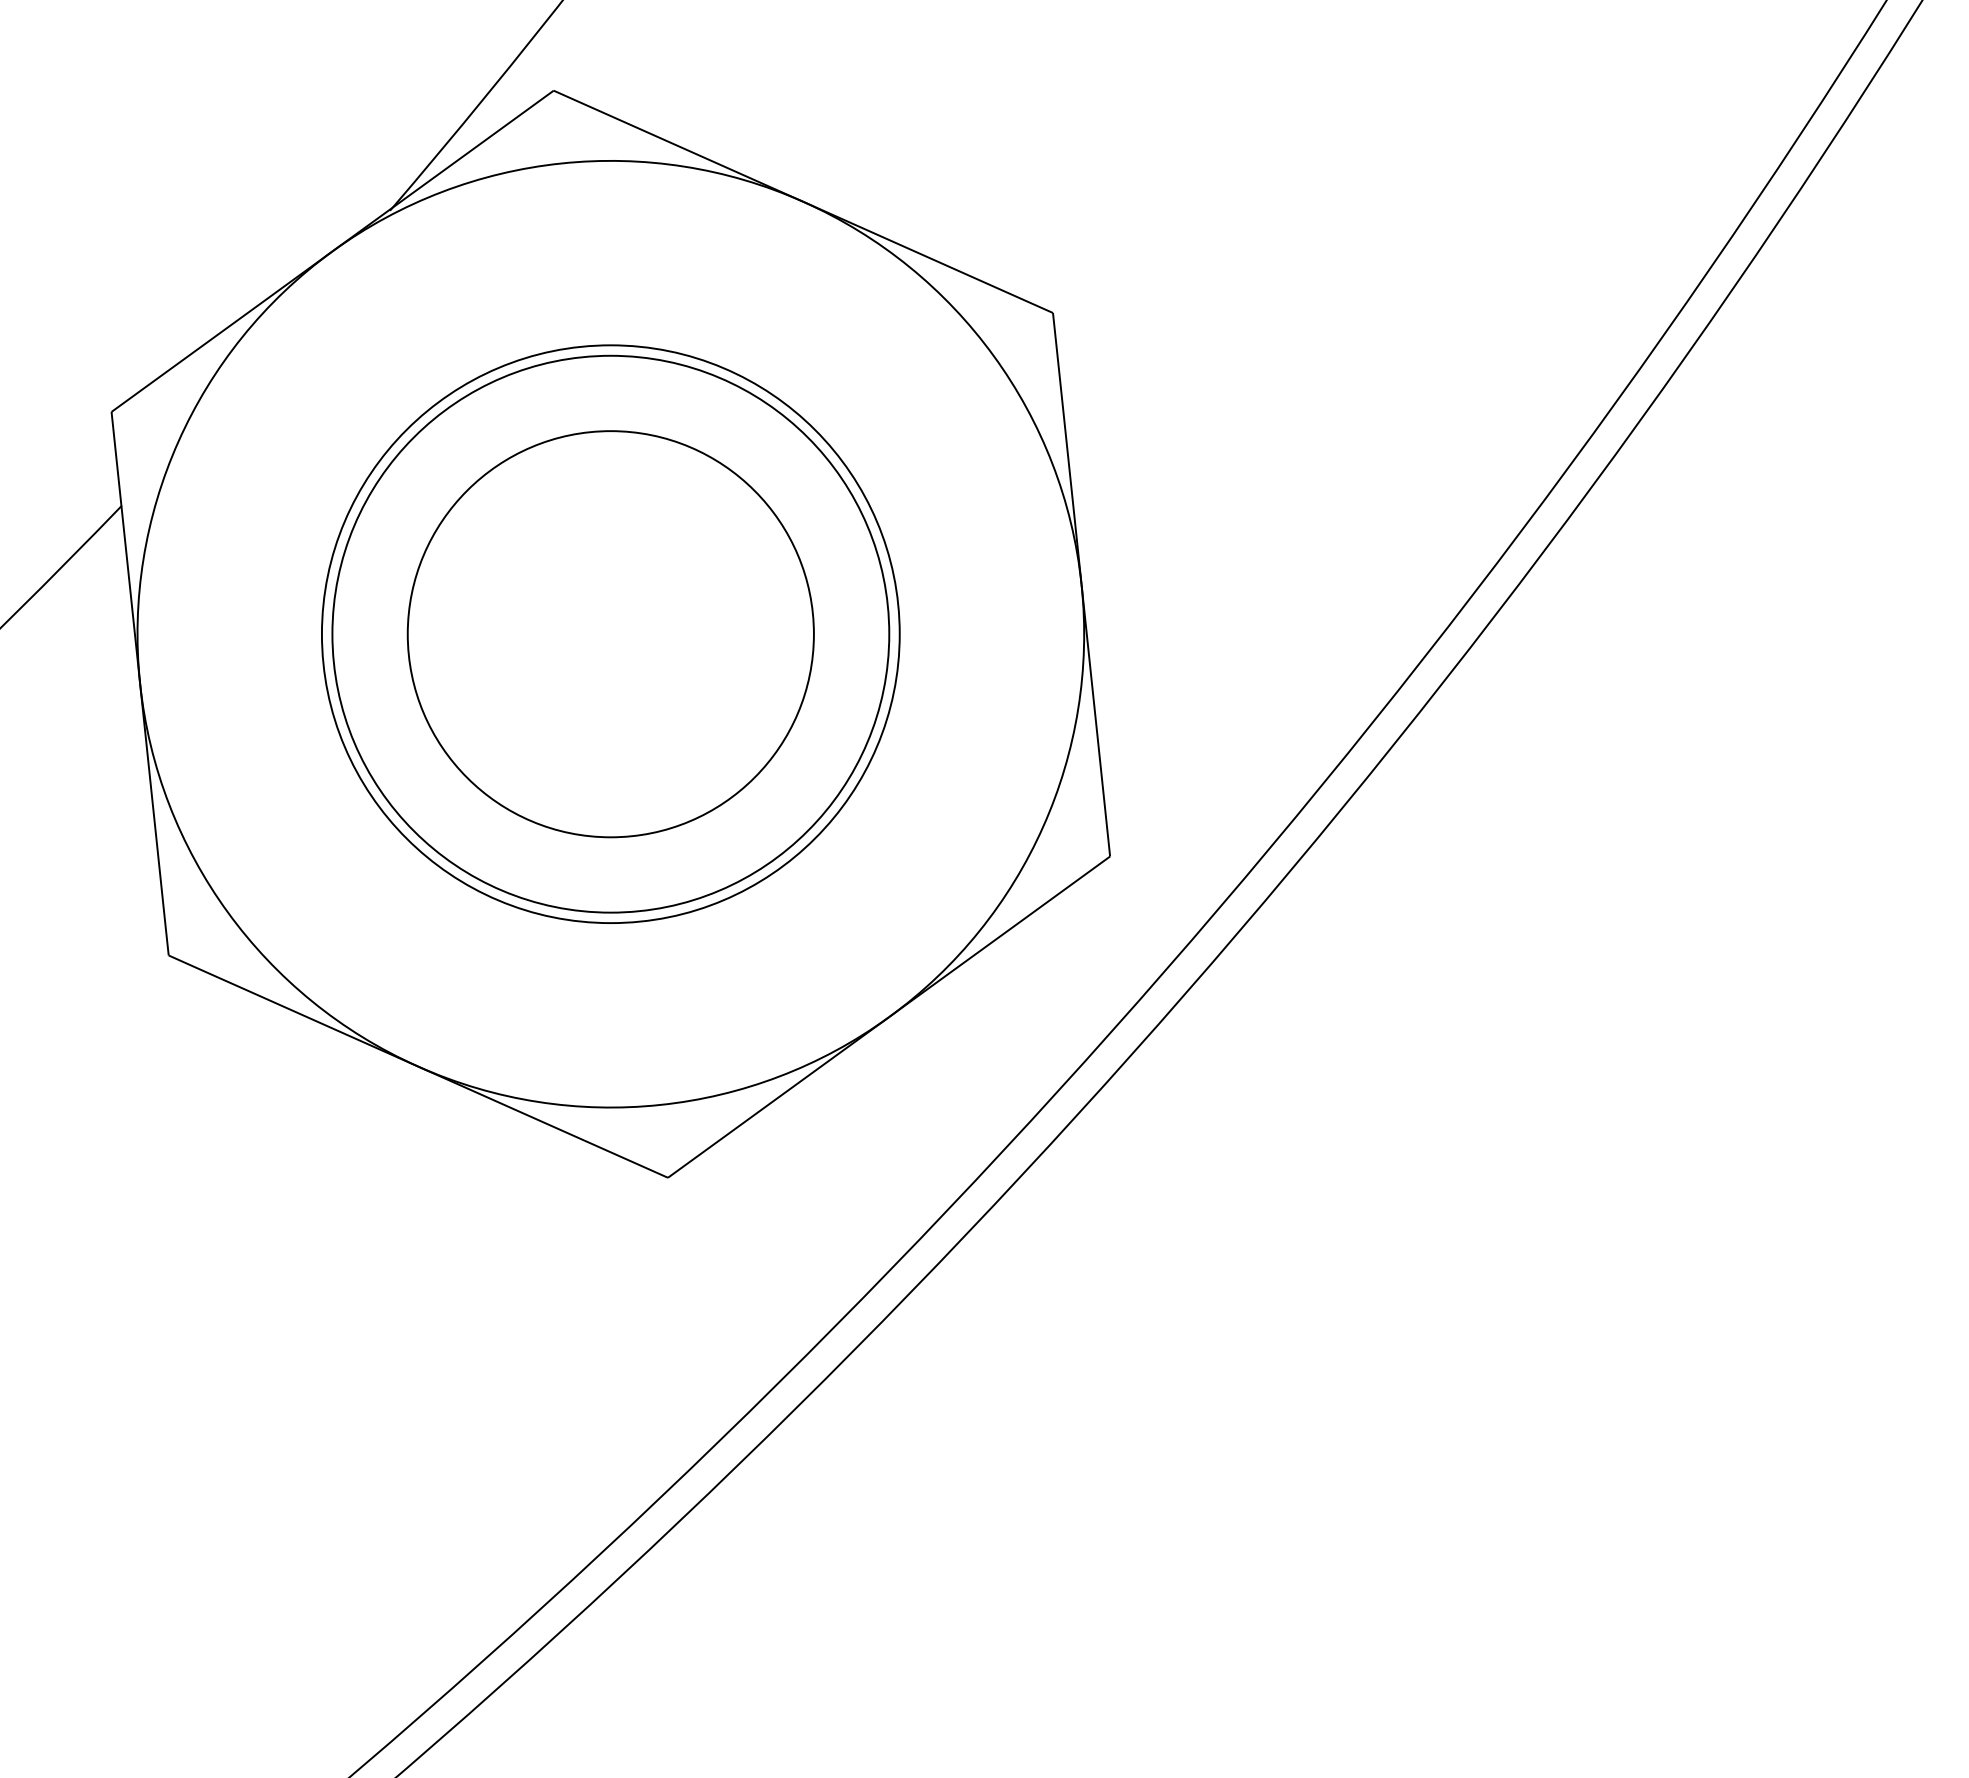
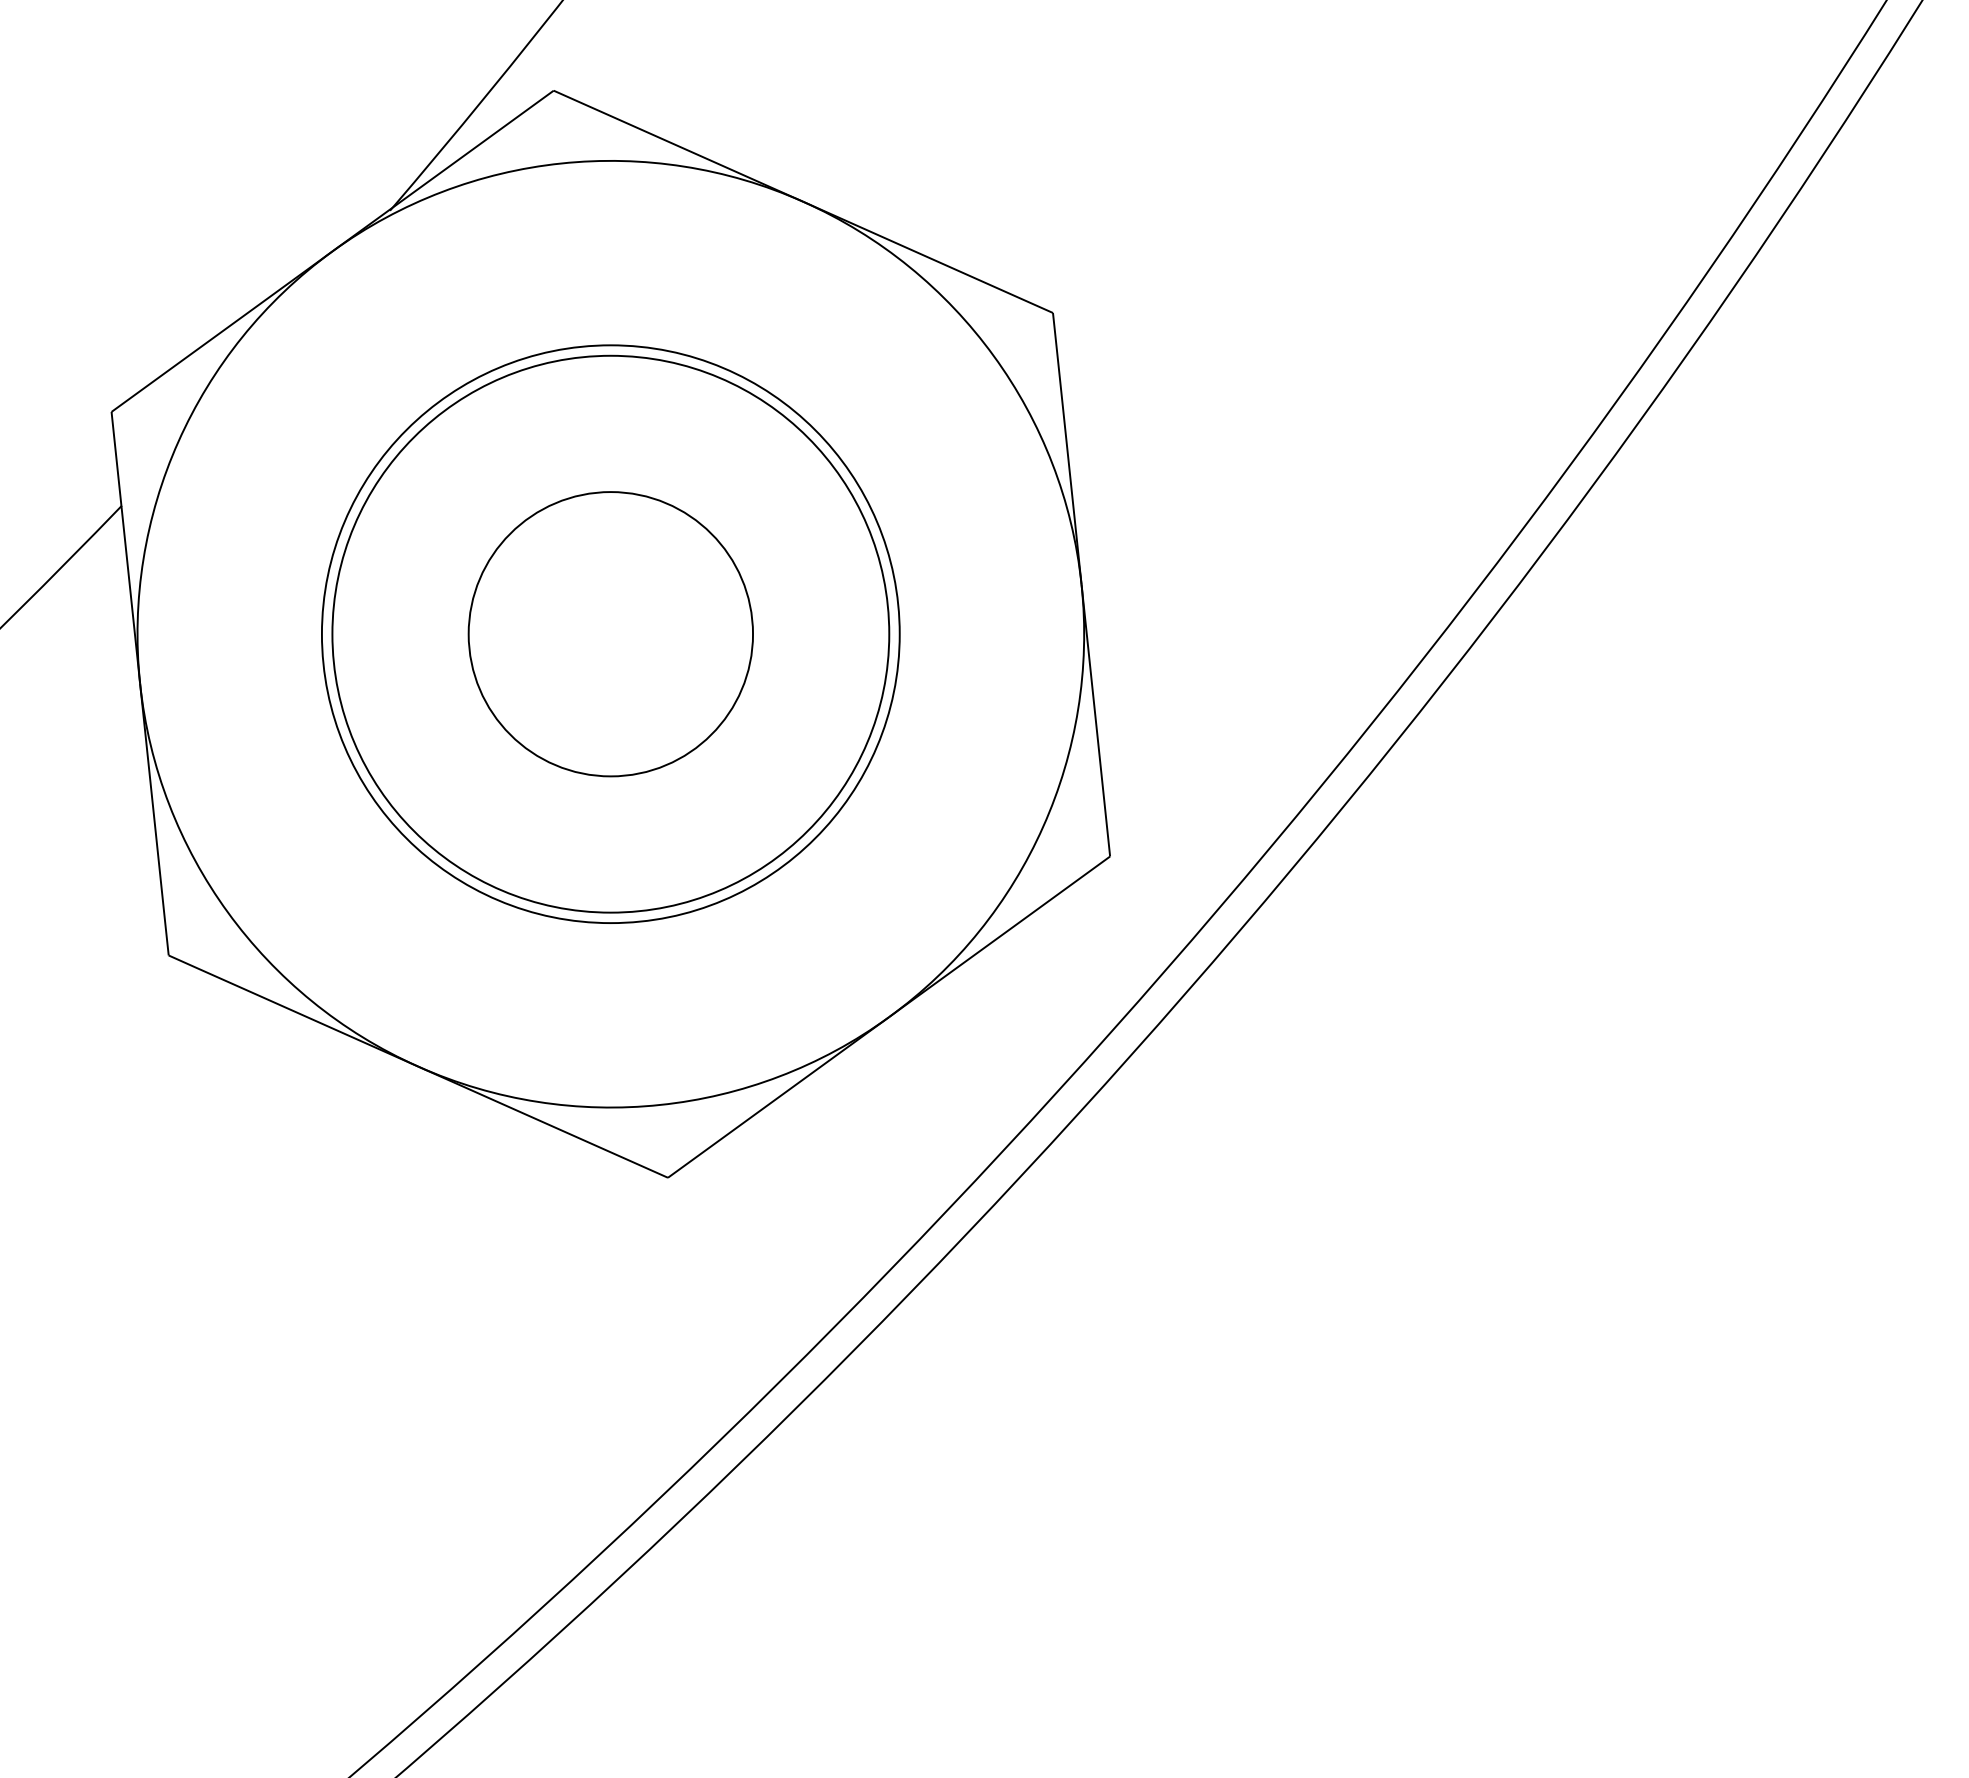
circle at (610, 634) diameter: 406 px -> 284 px
